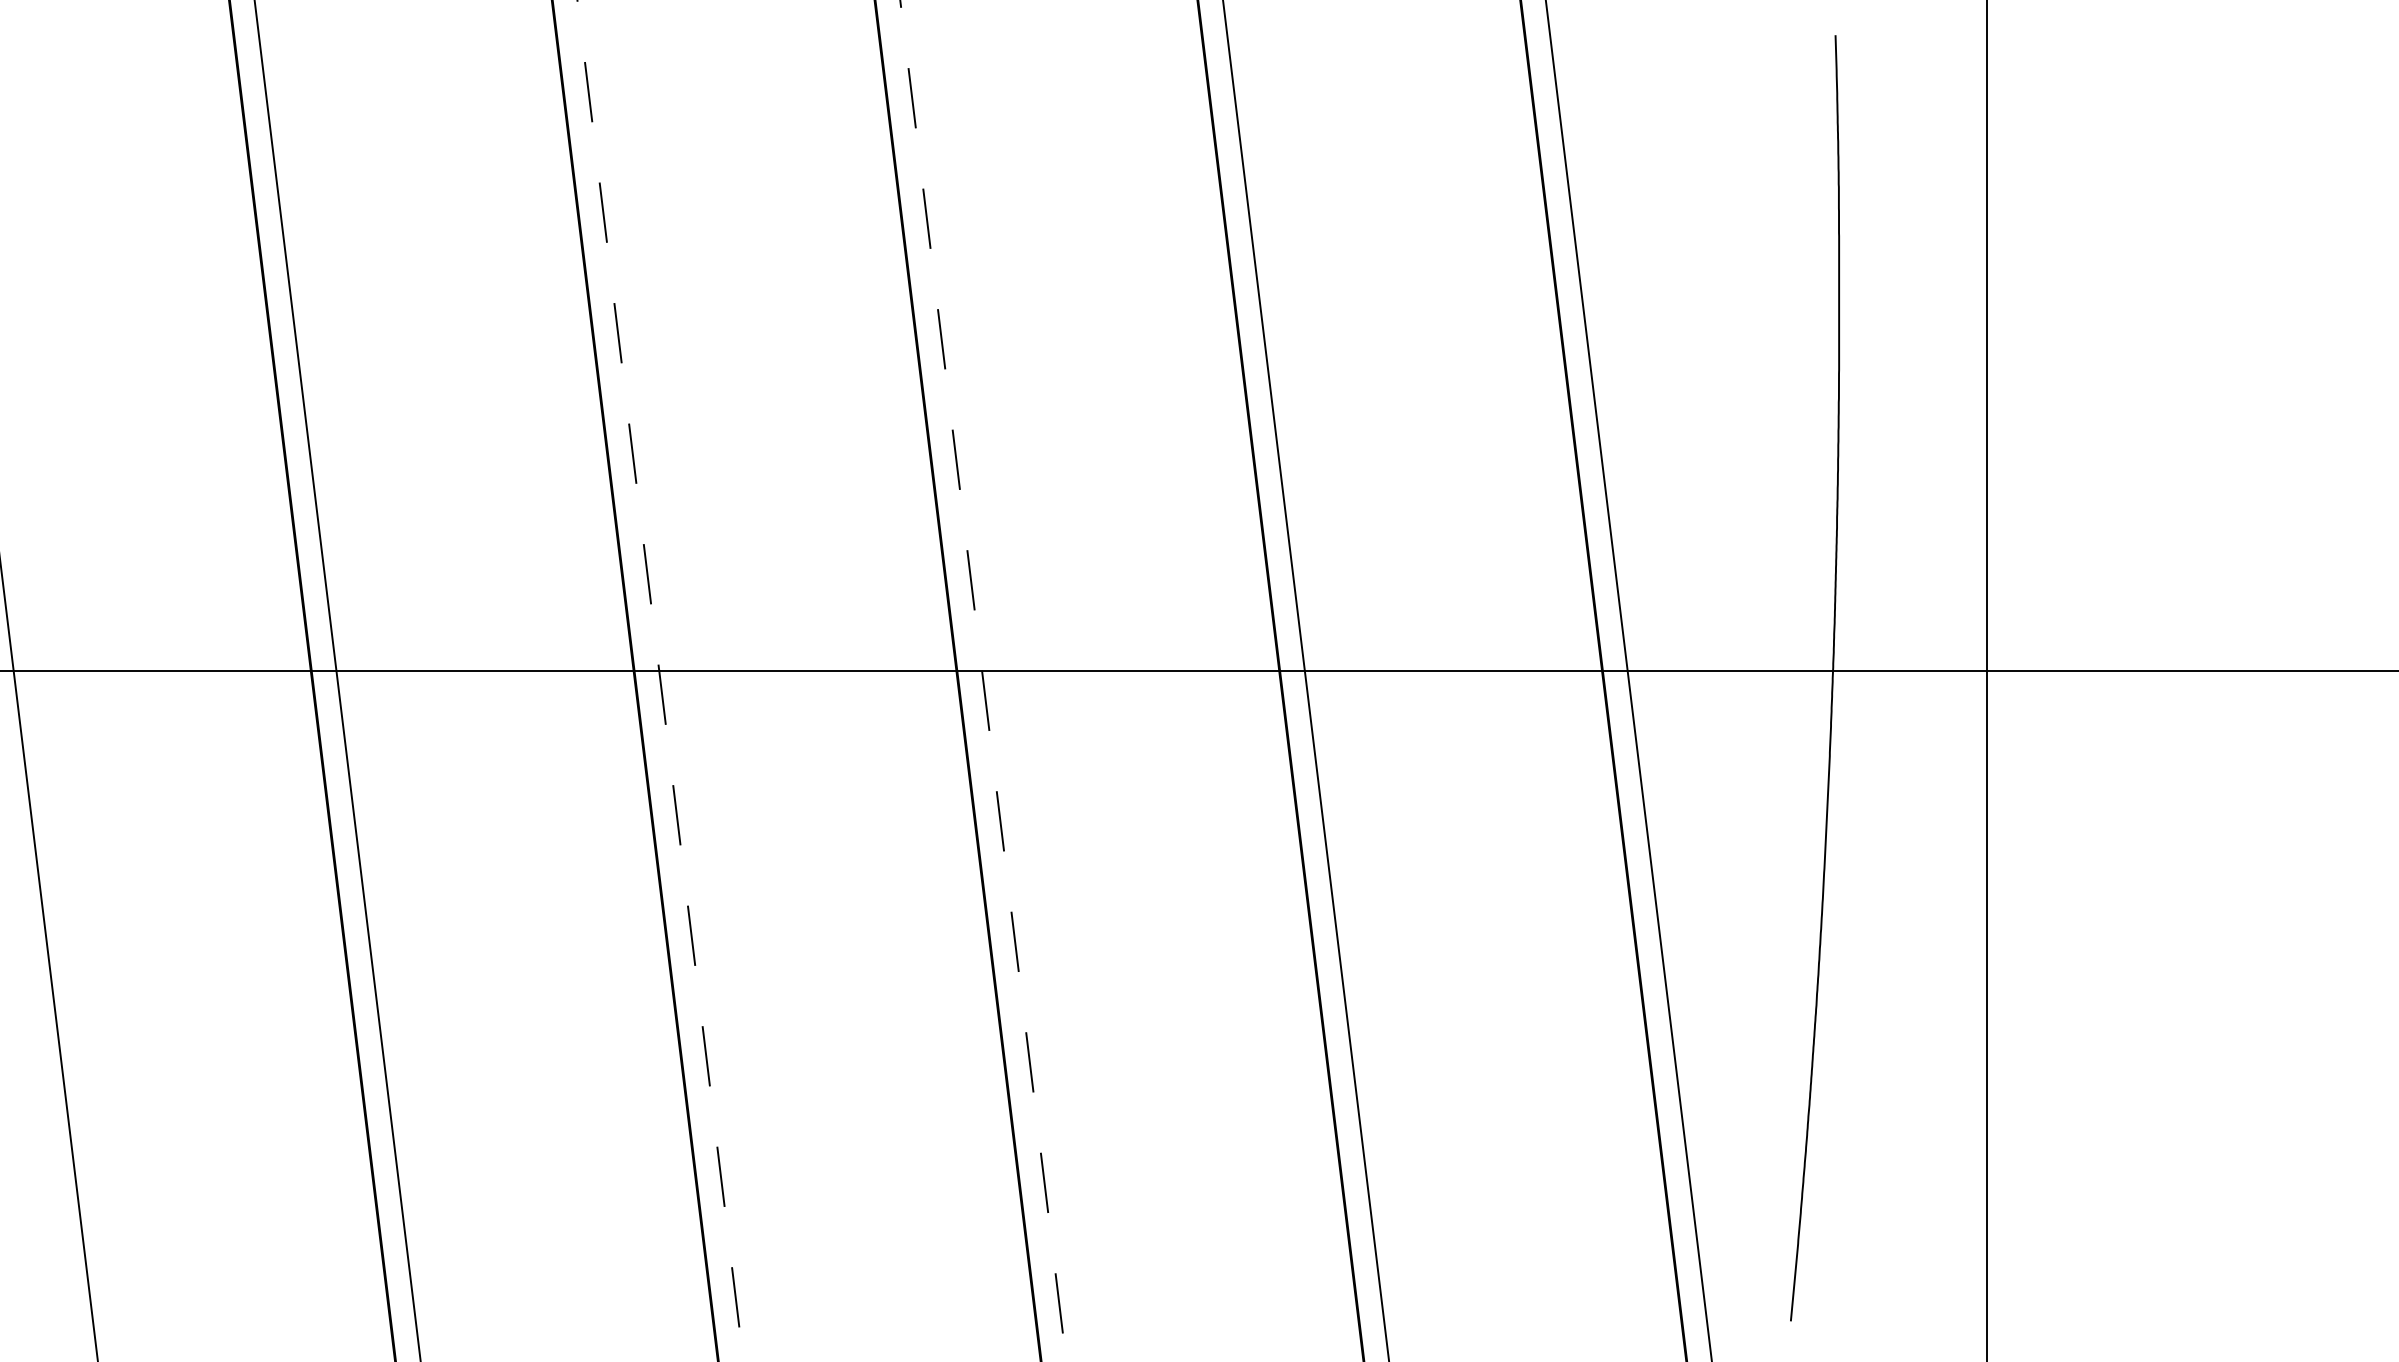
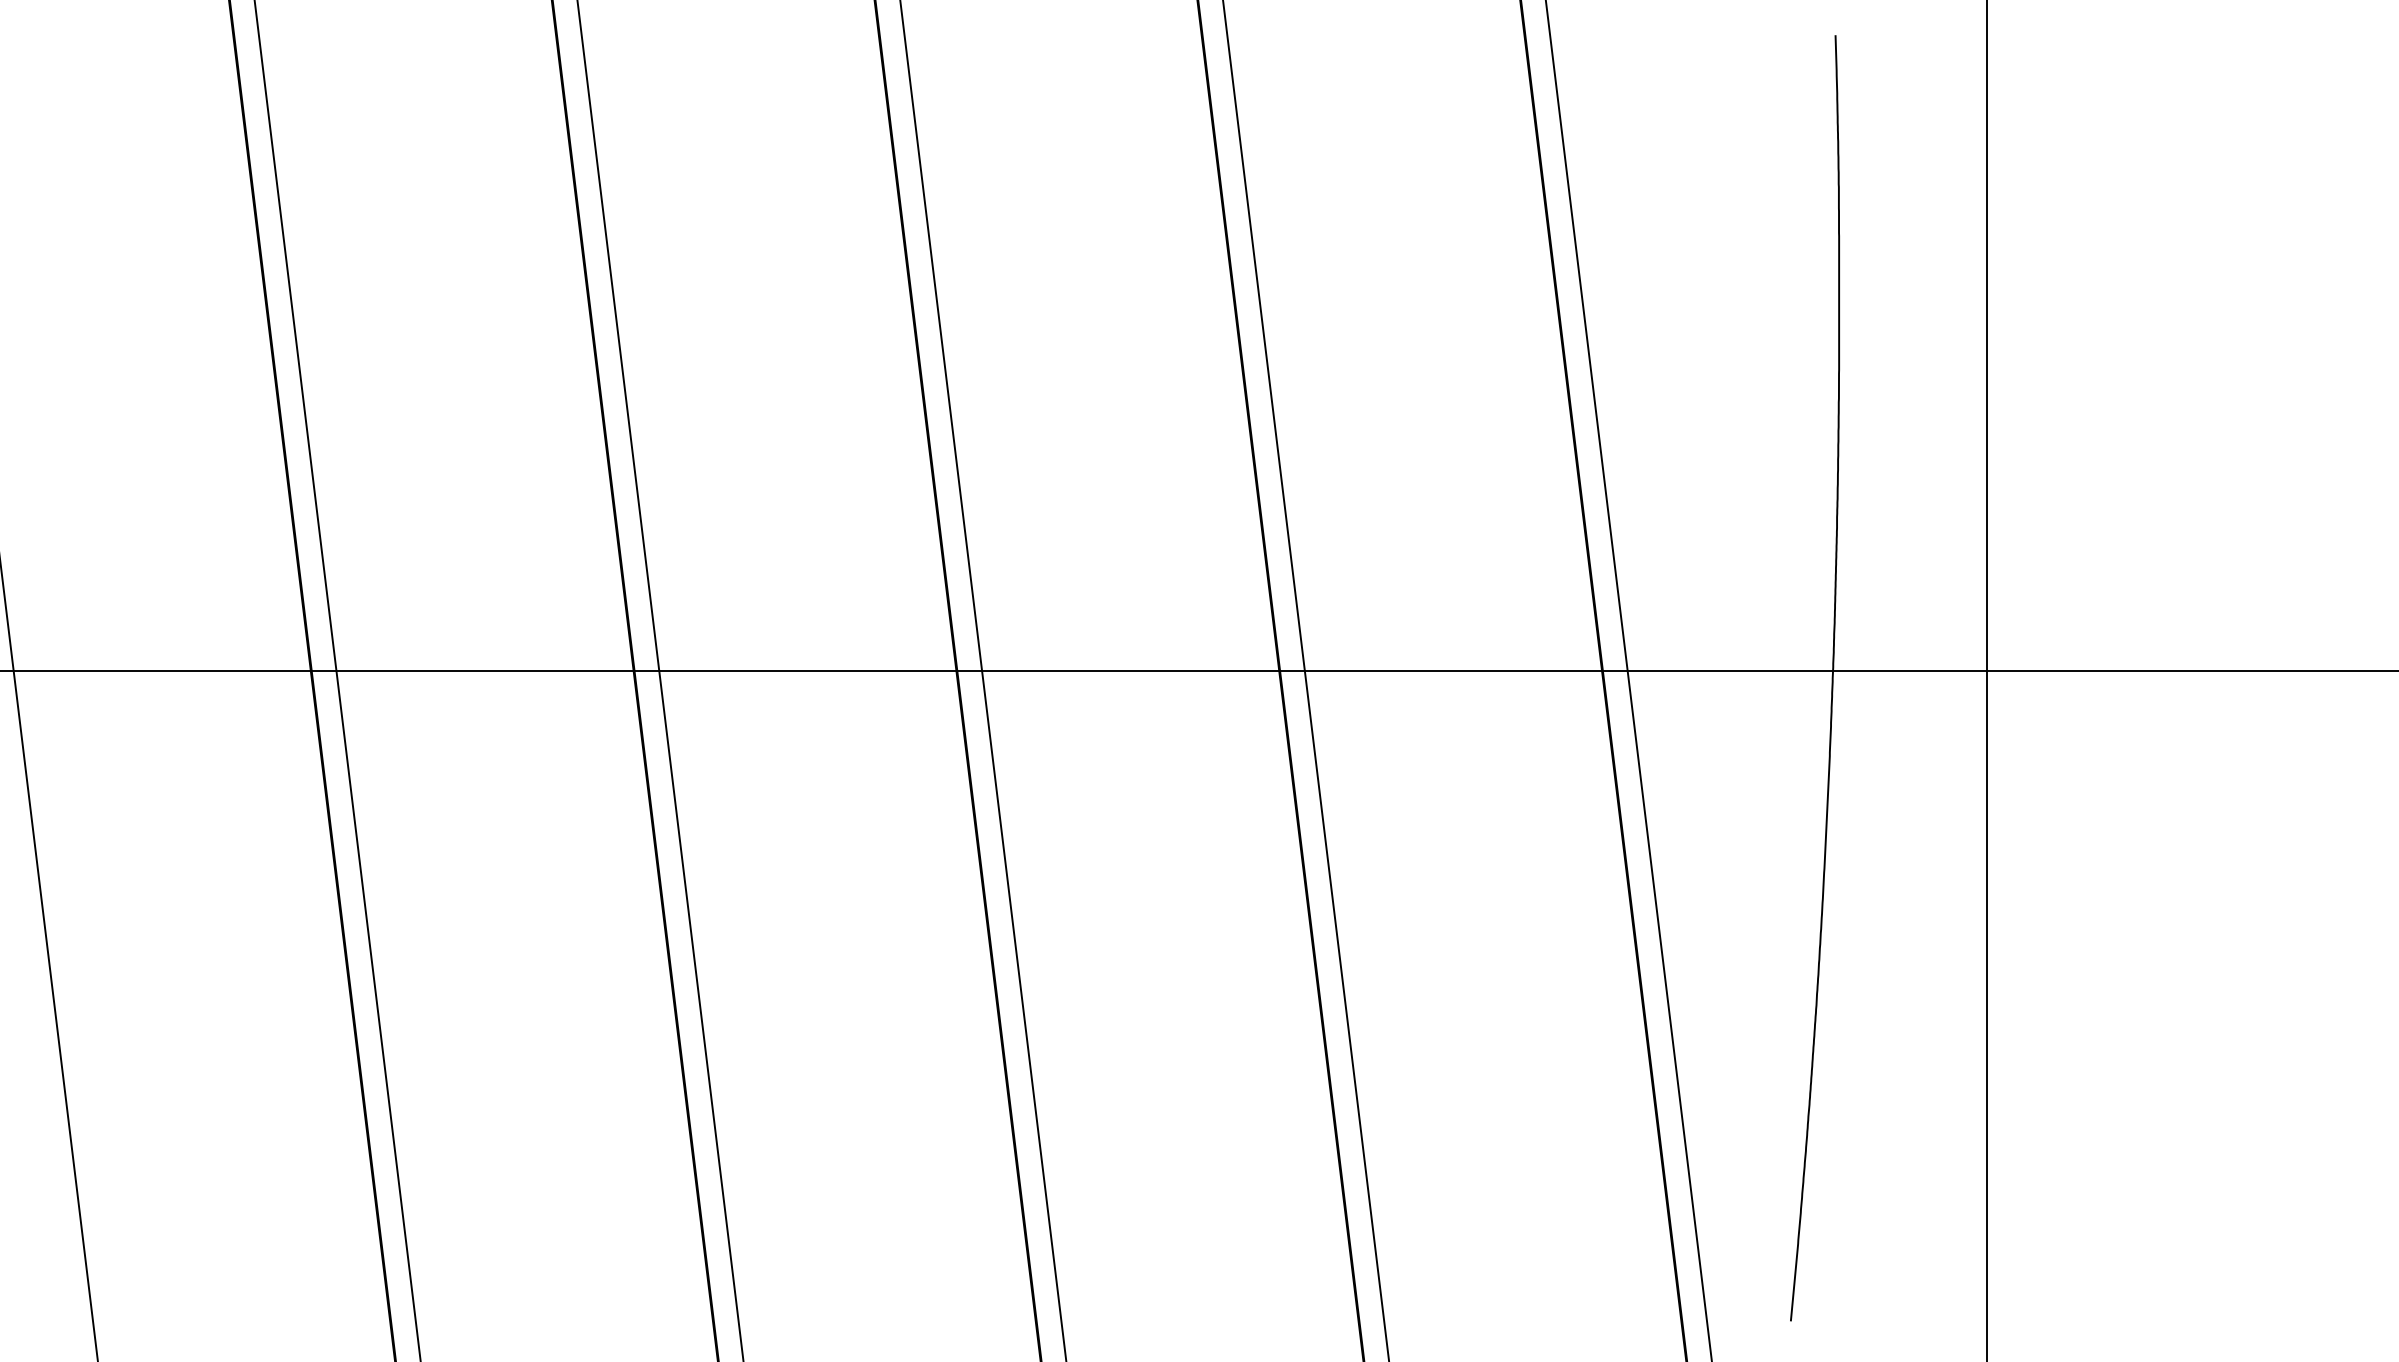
line at (660, 680): dashed -> solid
line at (983, 681): dashed -> solid
